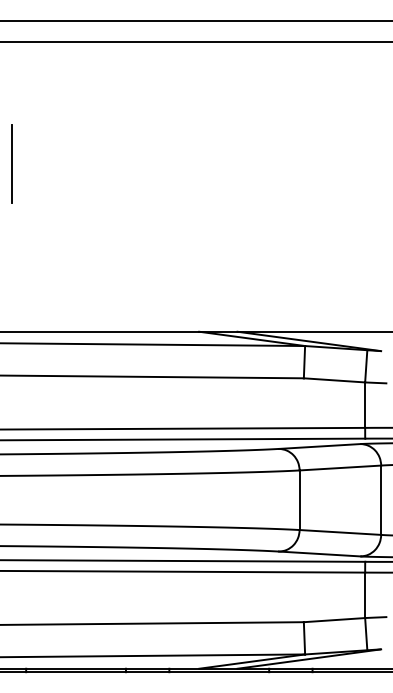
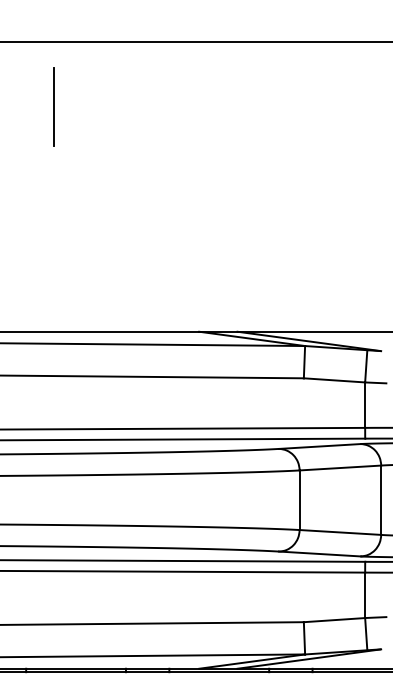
line at (195, 20): present -> none
line at (11, 163) position: (11, 163) -> (53, 106)
